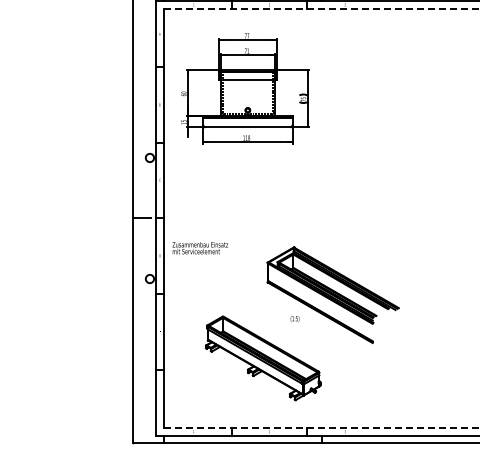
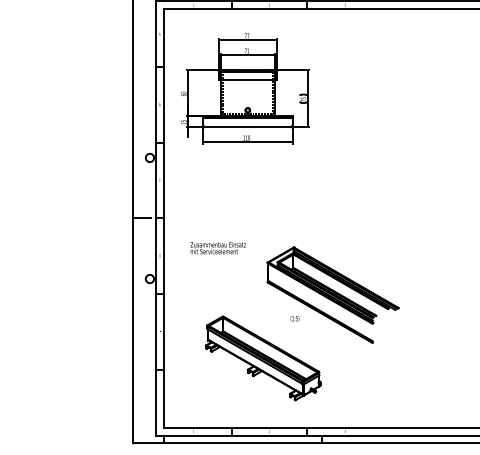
line at (321, 8): dashed -> solid
text at (199, 248) position: (199, 248) -> (217, 248)
line at (321, 428): dashed -> solid
